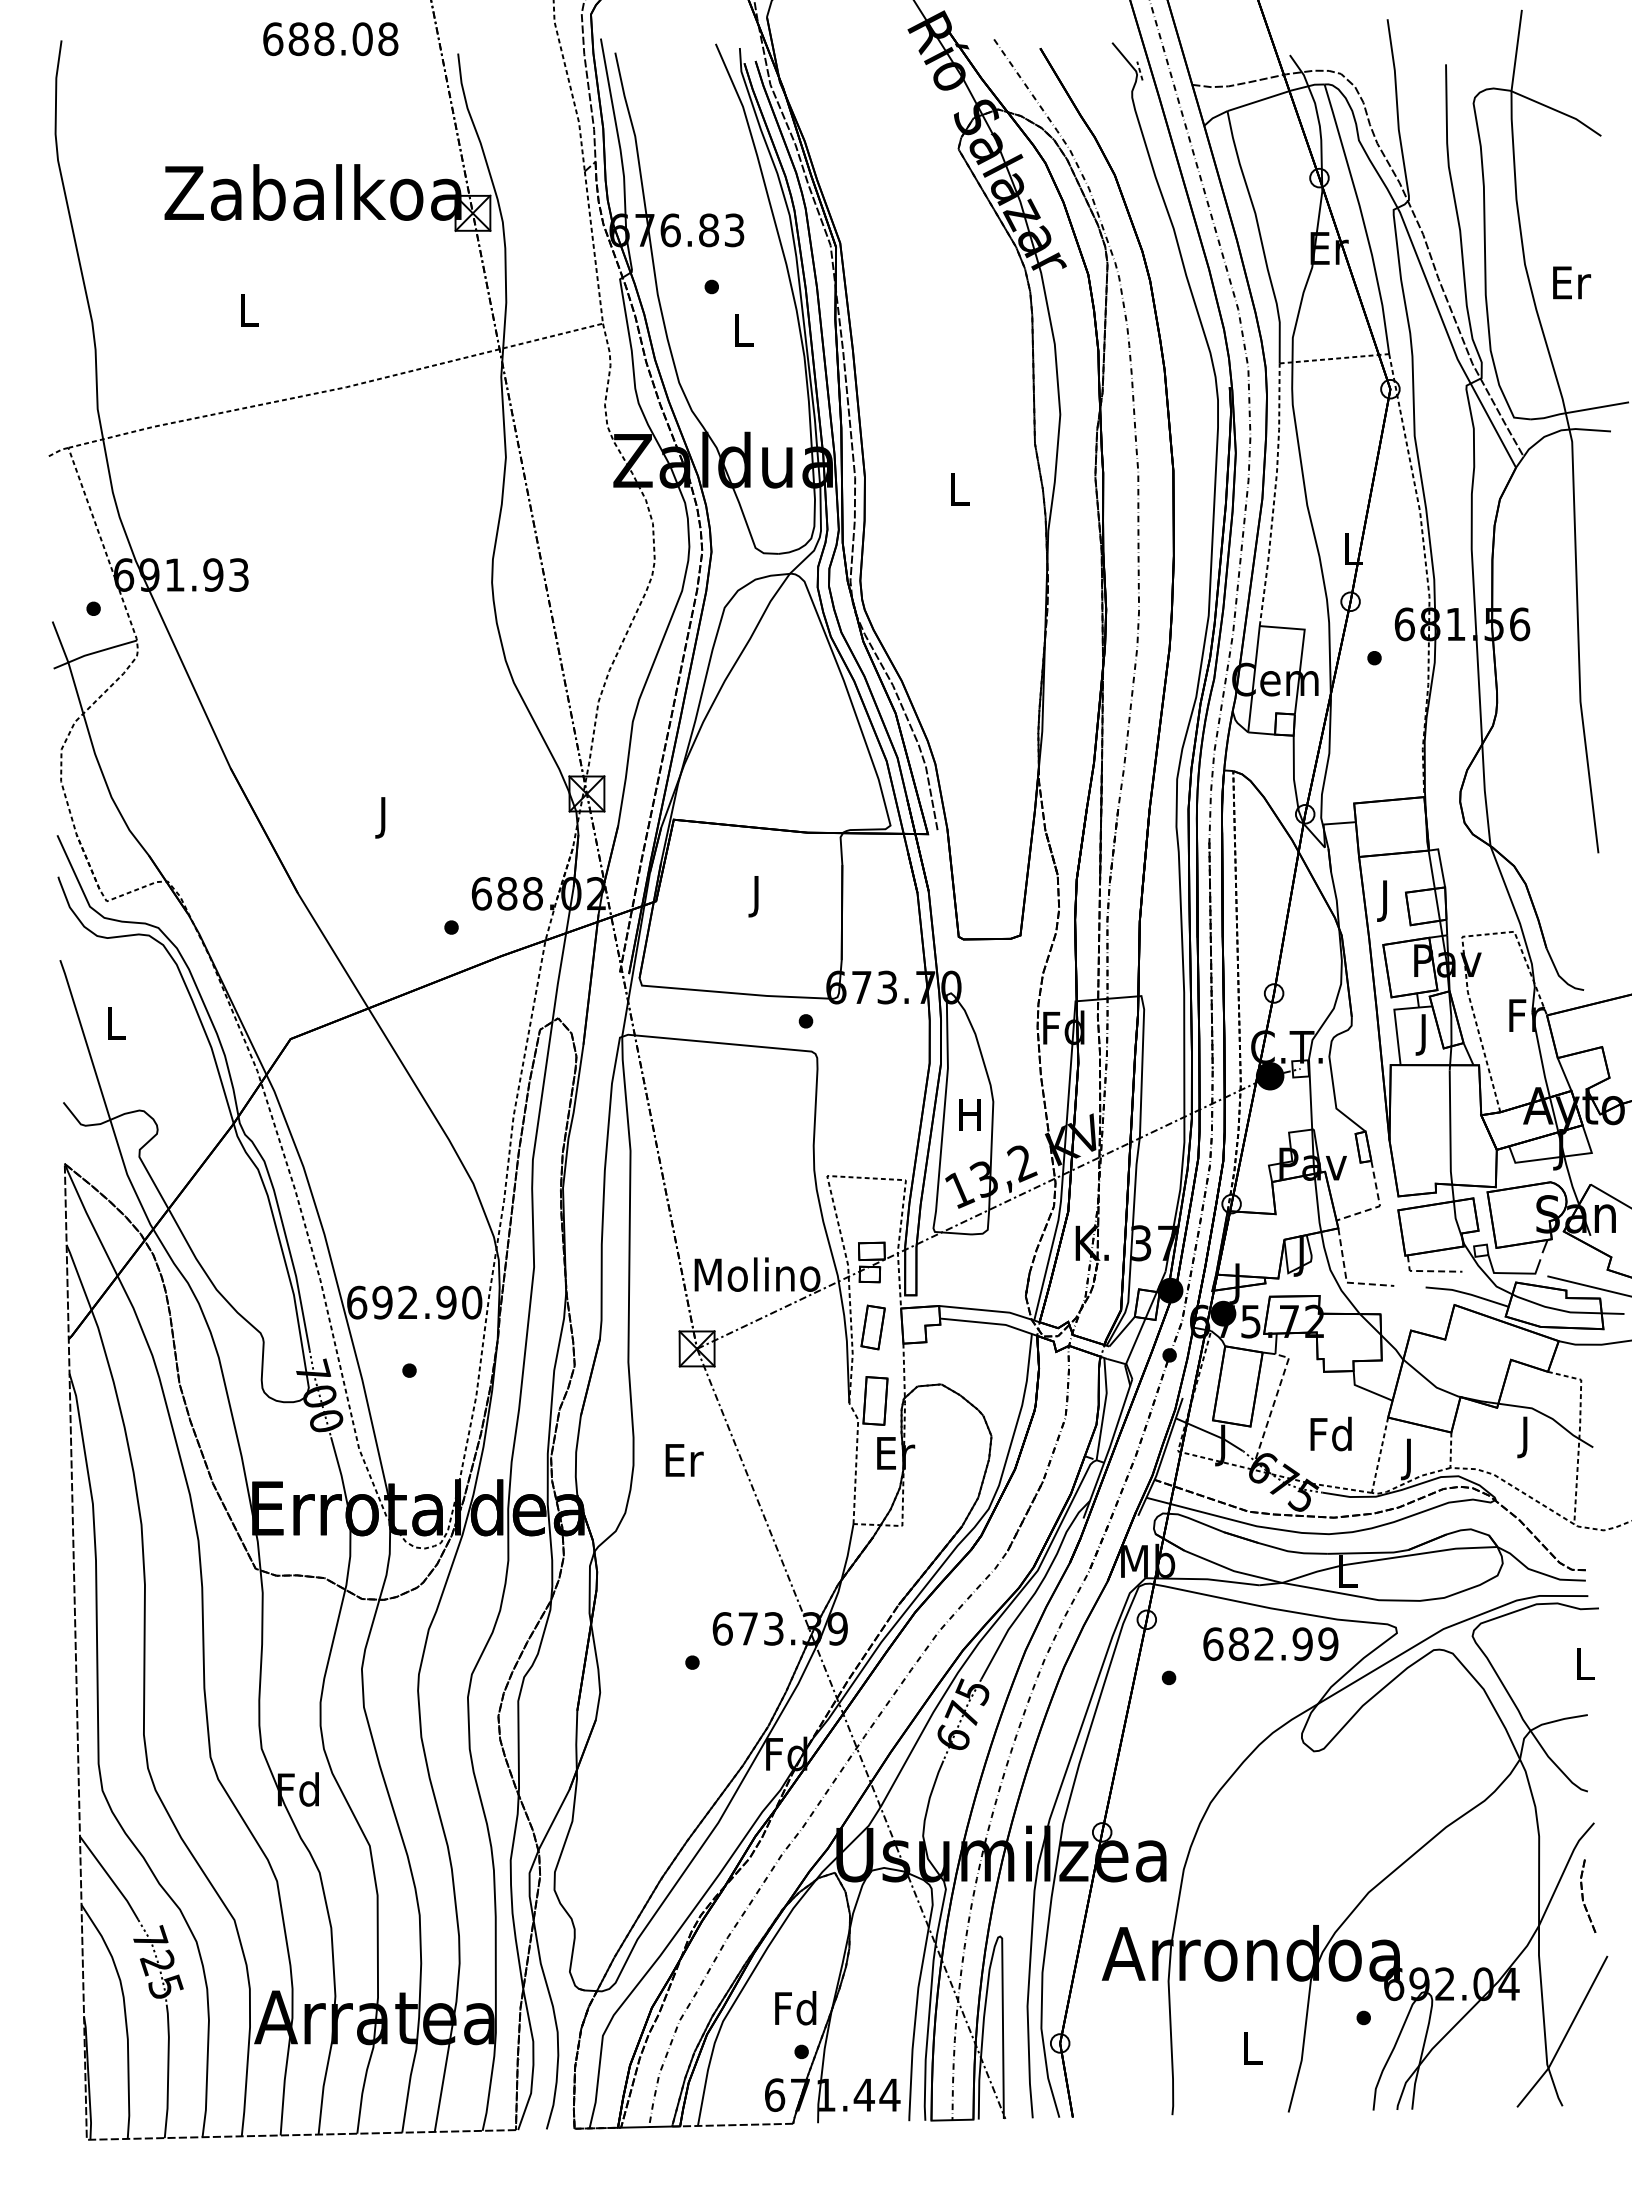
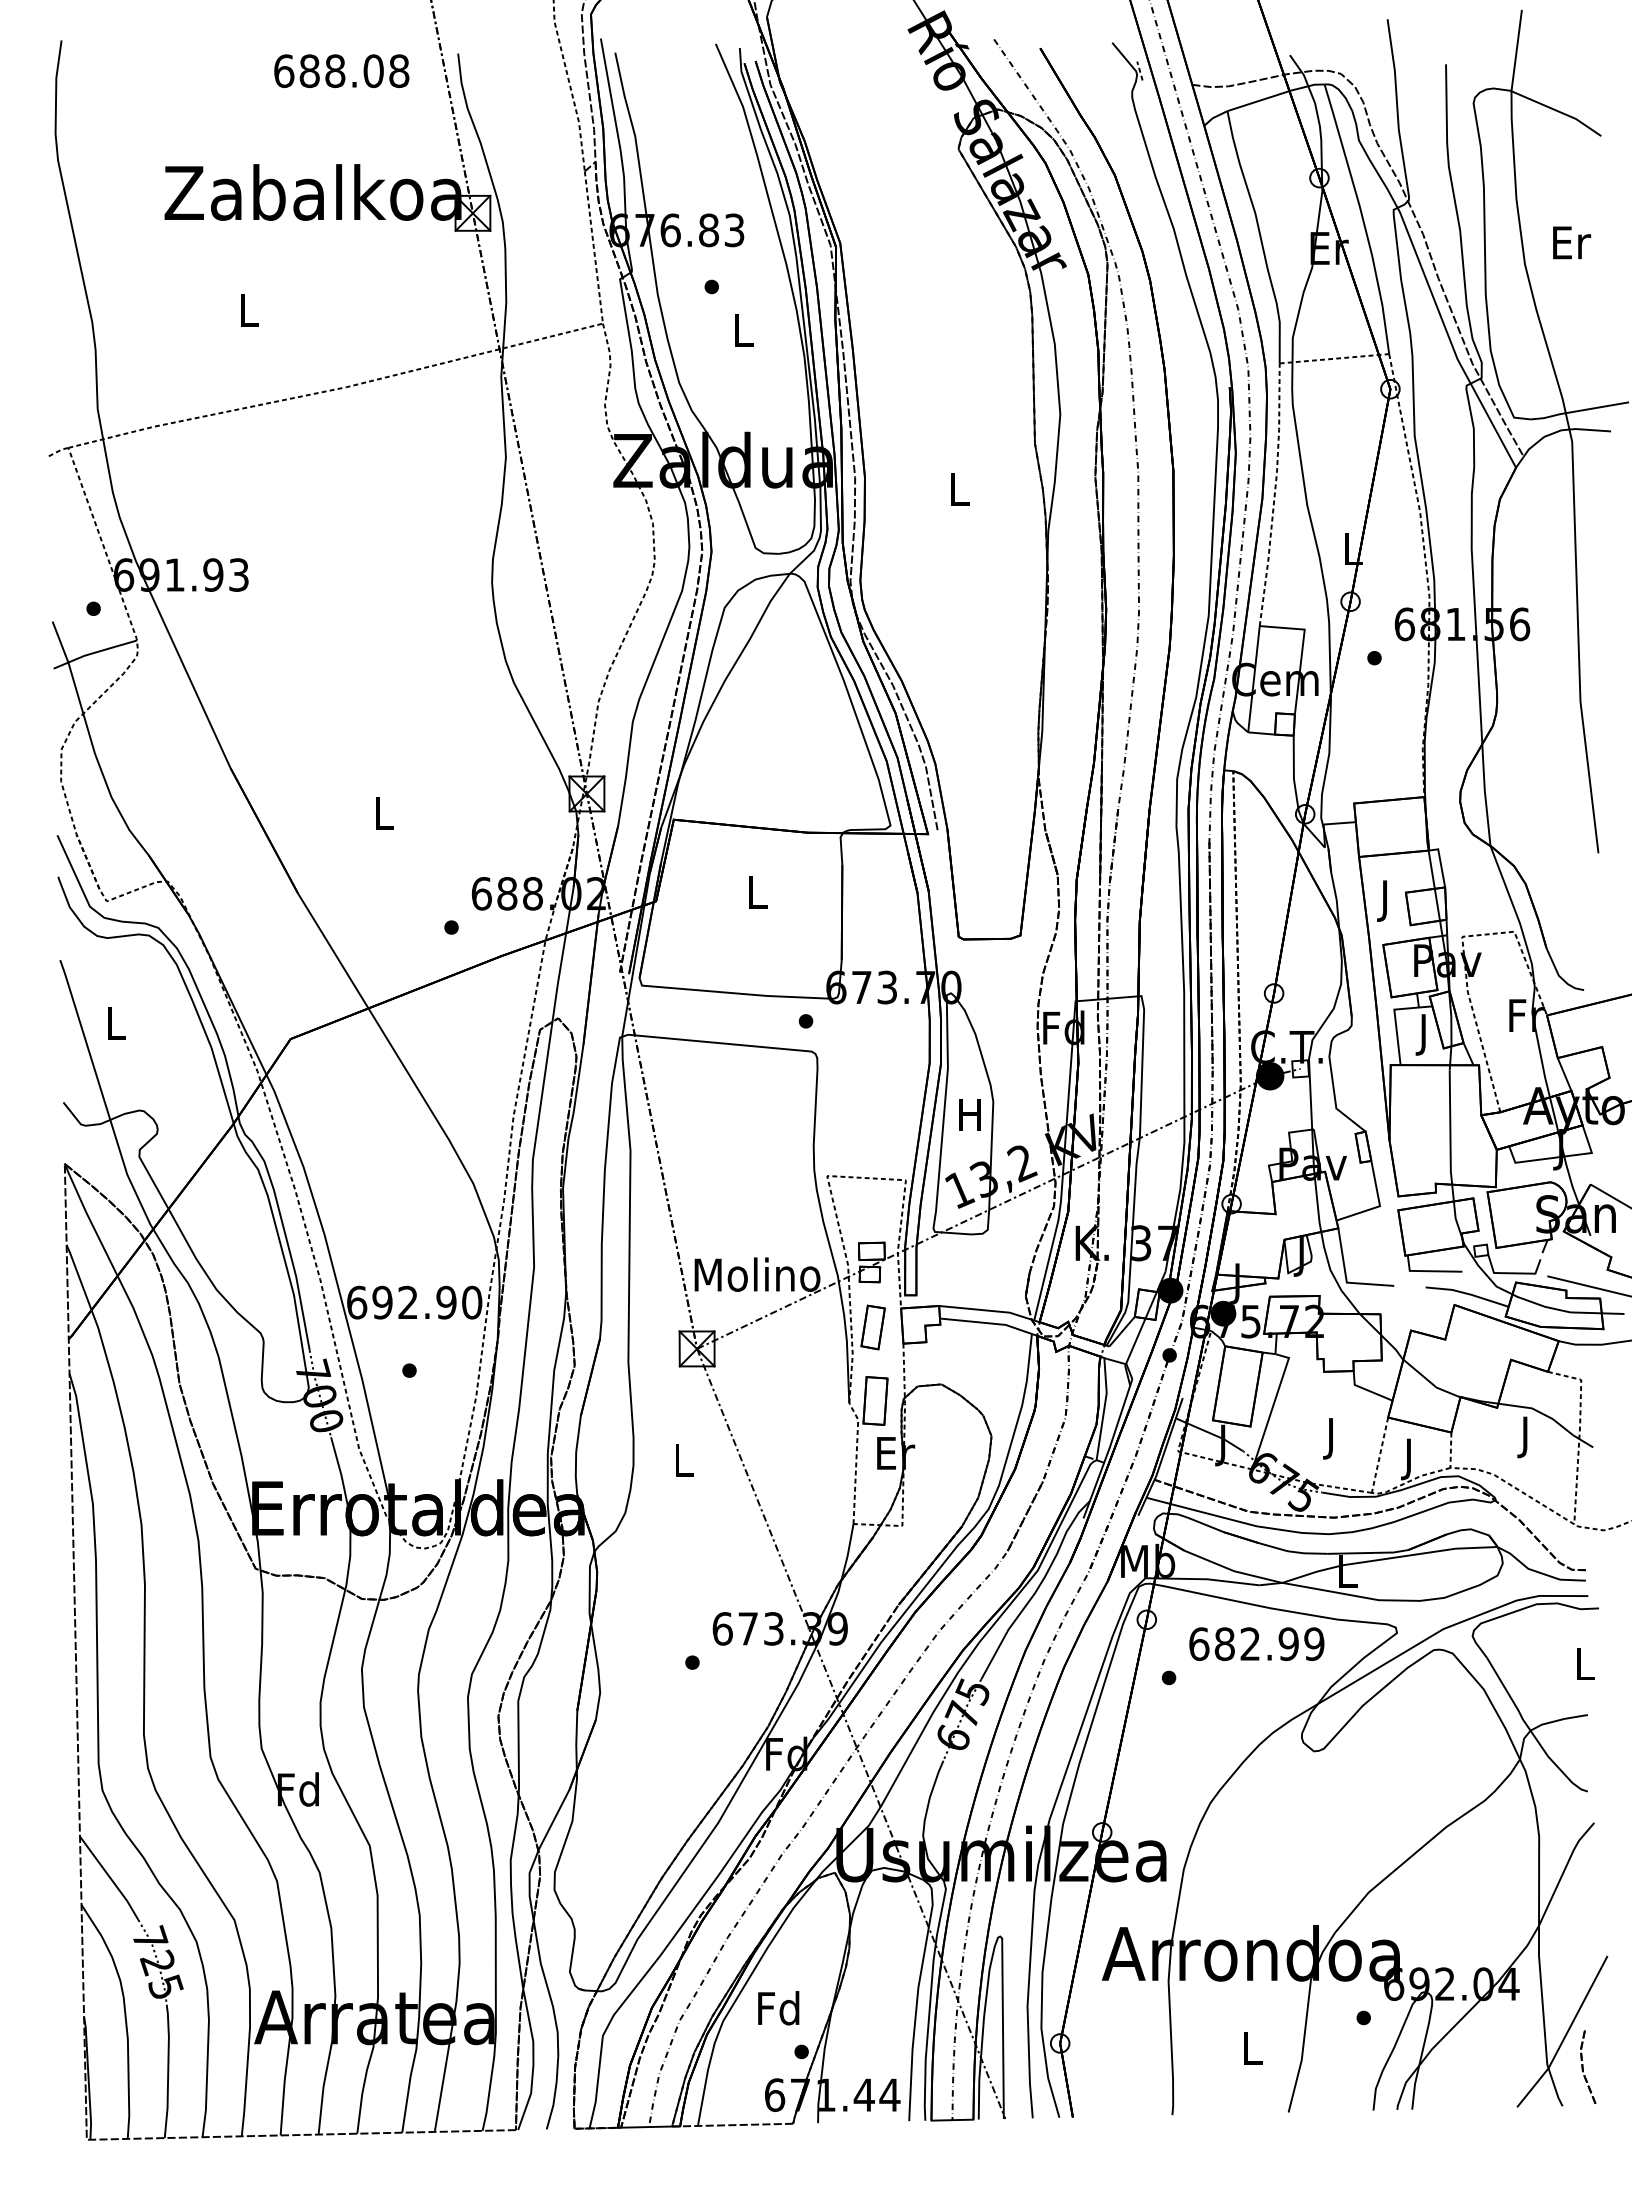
text at (330, 39) position: (330, 39) -> (341, 71)
text at (1572, 282) position: (1572, 282) -> (1572, 242)
text at (384, 817): J -> L
text at (757, 896): J -> L
line at (1380, 1206): dashed -> solid
line at (1427, 1271): dashed -> solid
line at (1346, 1279): dashed -> solid
line at (1273, 1406): dashed -> solid
text at (1330, 1437): Fd -> J
text at (684, 1460): Er -> L
text at (1270, 1643) position: (1270, 1643) -> (1256, 1643)
part at (1588, 1895) position: (1588, 1895) -> (1588, 2066)
text at (795, 2008) position: (795, 2008) -> (778, 2008)
